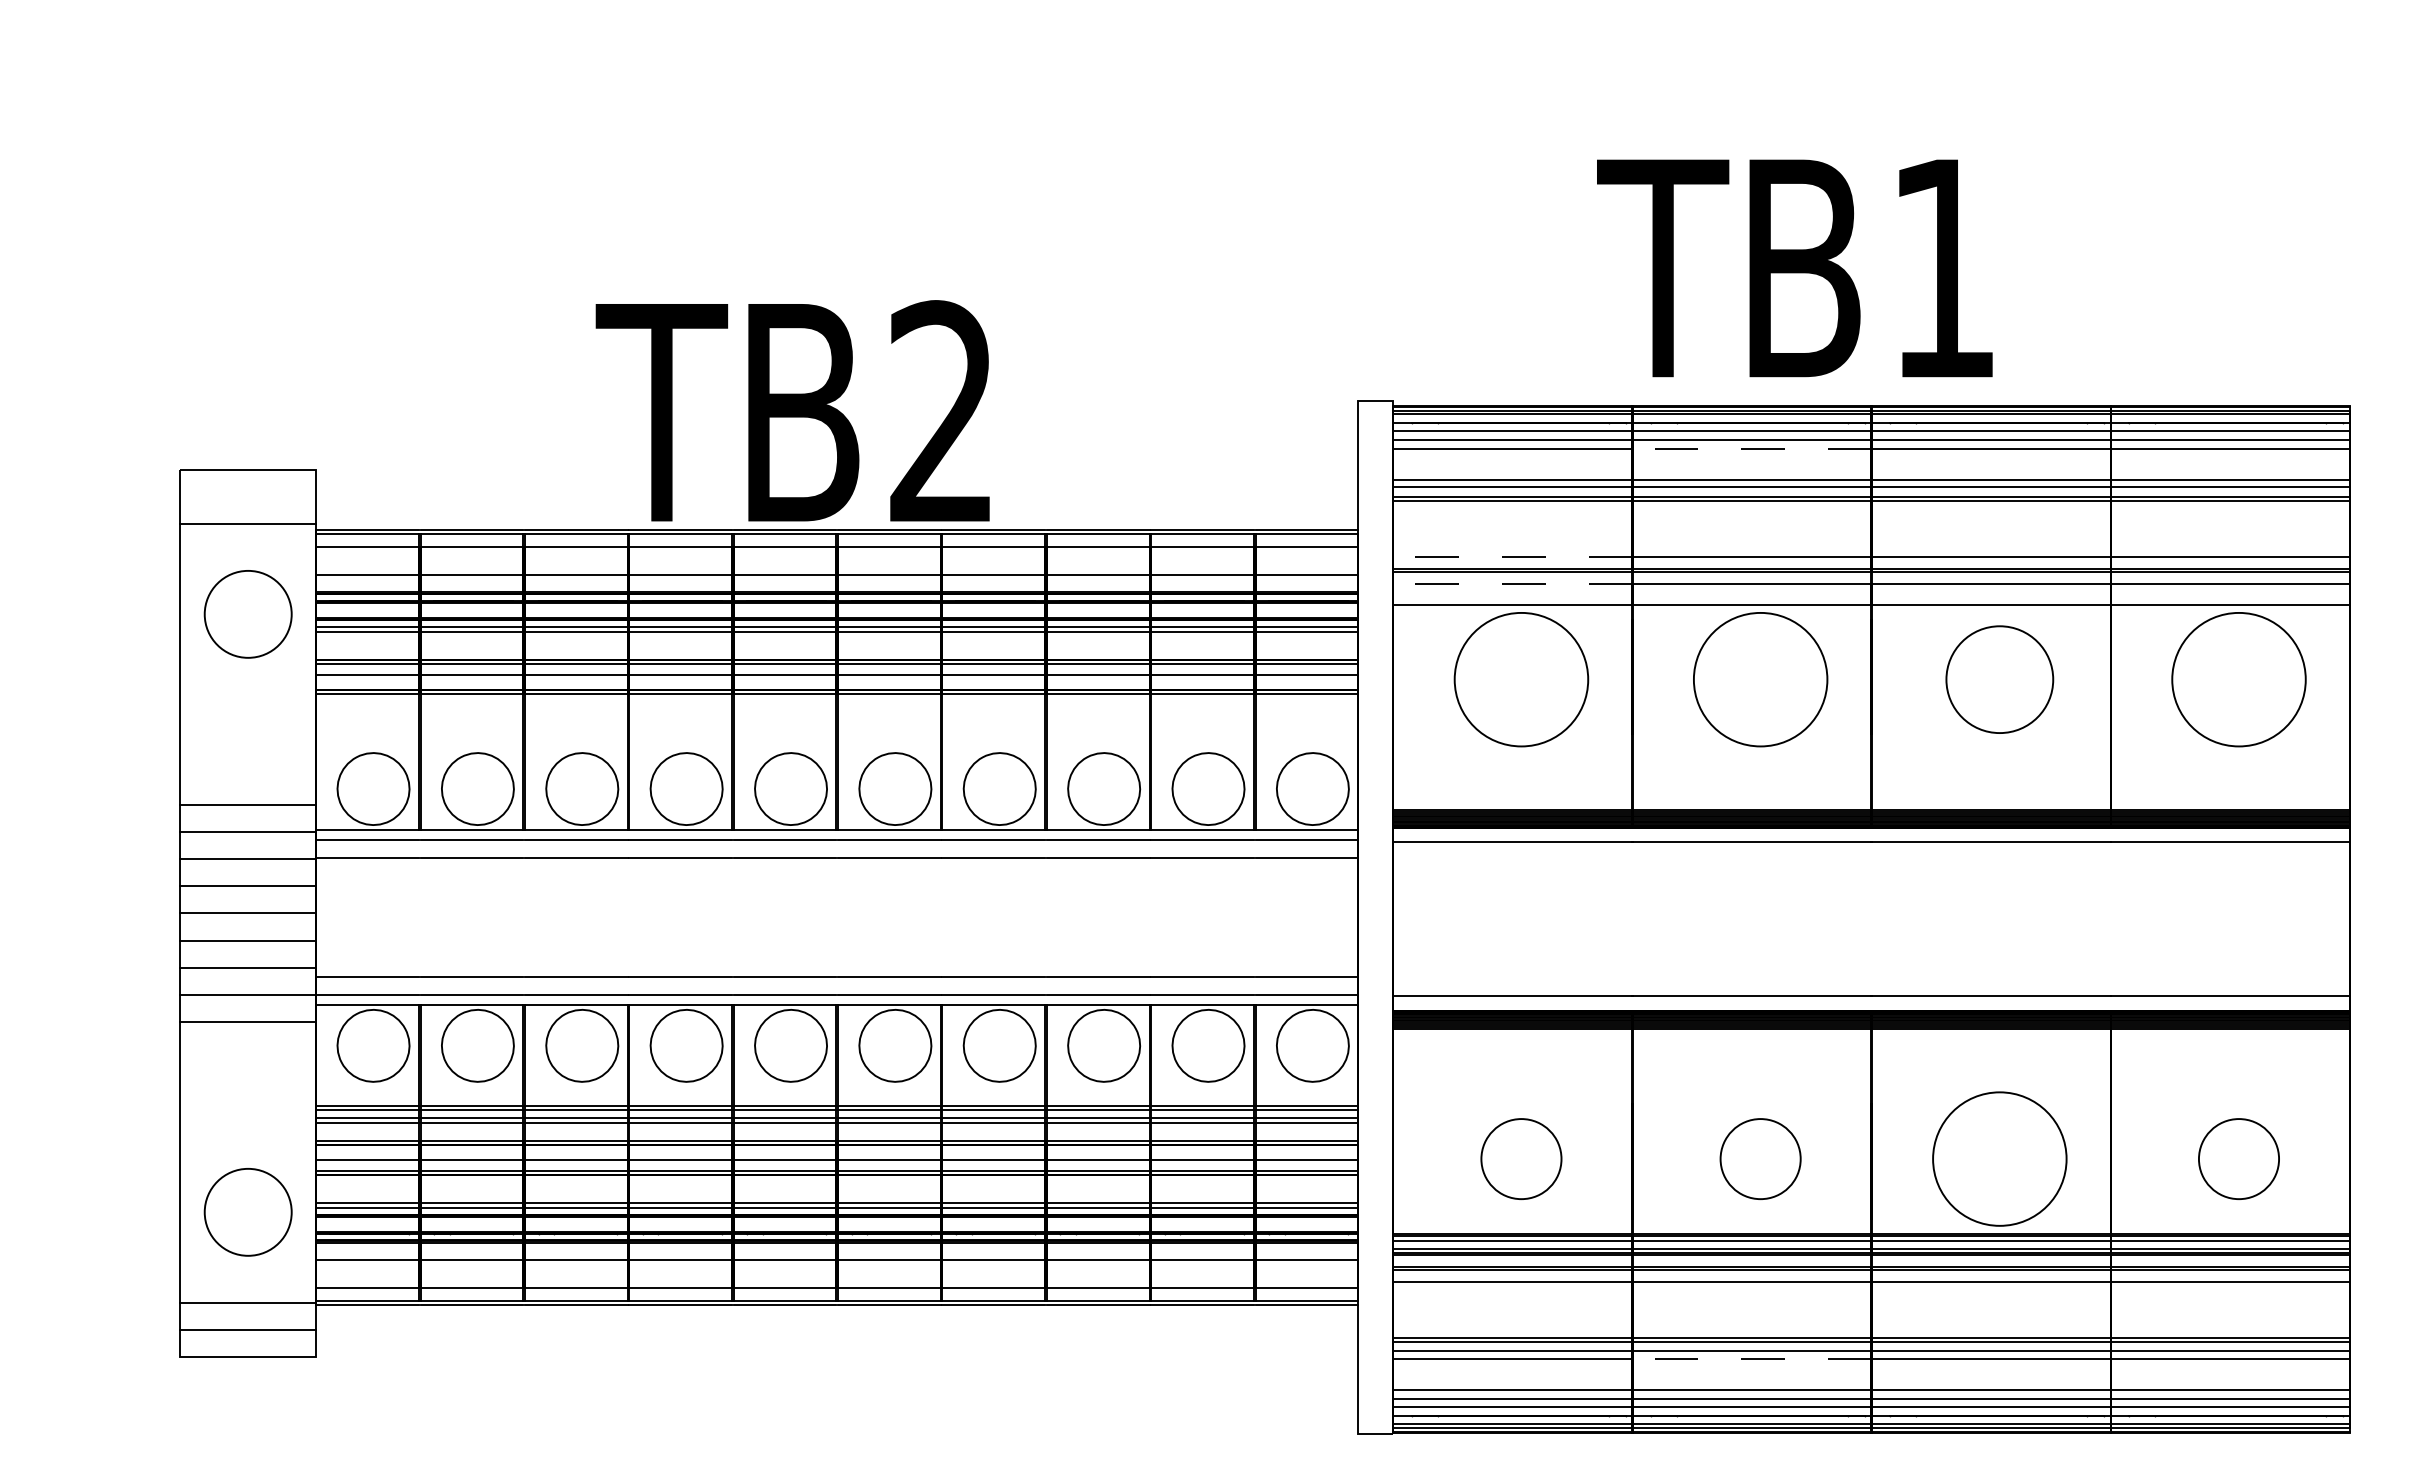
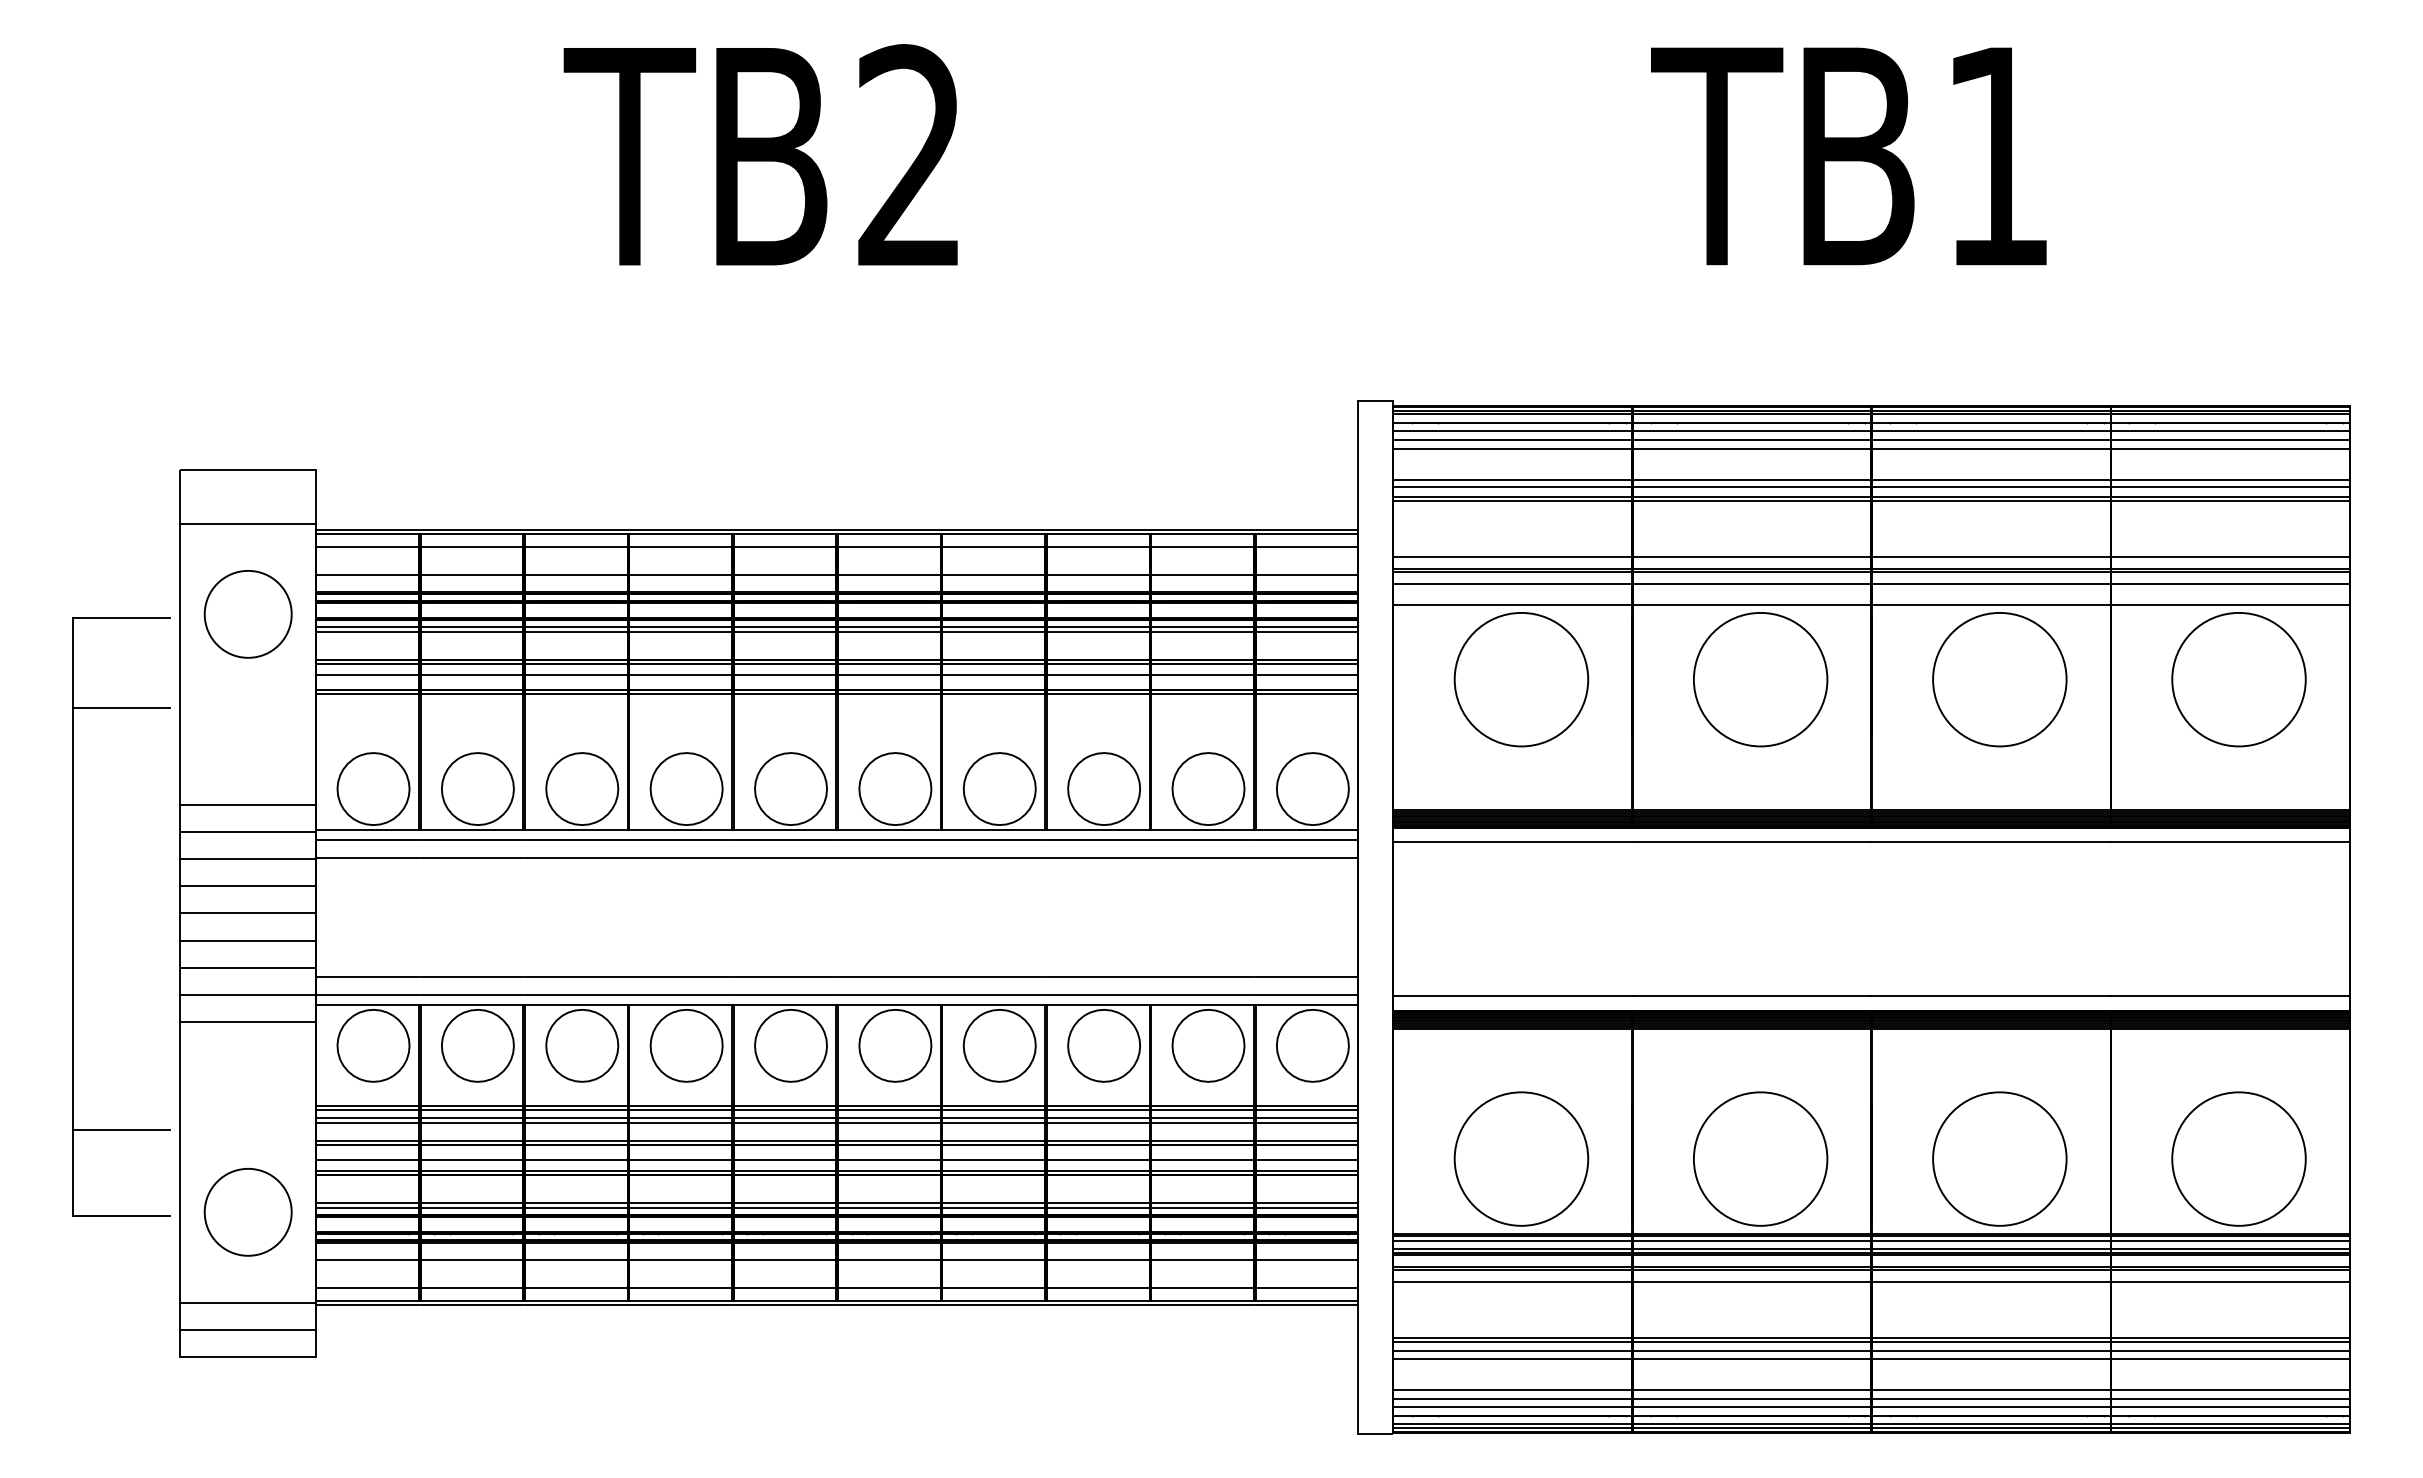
text at (1794, 268) position: (1794, 268) -> (1848, 156)
text at (792, 410) position: (792, 410) -> (760, 154)
line at (1752, 448): dashed -> solid
line at (1512, 557): dashed -> solid
line at (1512, 584): dashed -> solid
circle at (1999, 679) diameter: 107 px -> 134 px
part at (73, 916): none -> present
circle at (1521, 1159) diameter: 80 px -> 134 px
circle at (1760, 1159) diameter: 80 px -> 134 px
circle at (2238, 1159) diameter: 80 px -> 134 px
line at (1752, 1358): dashed -> solid
